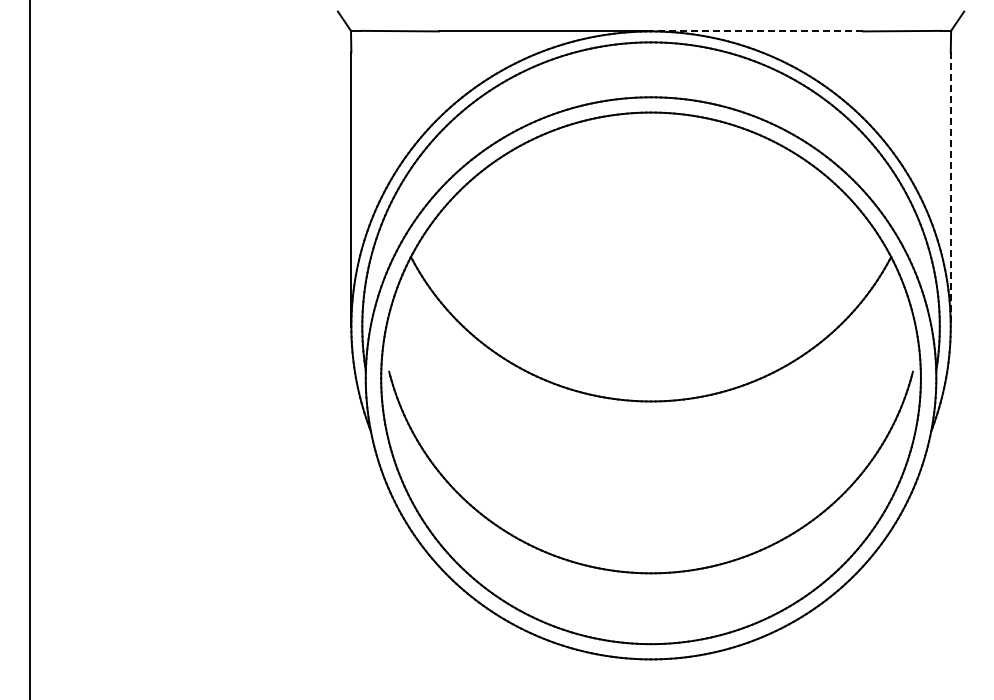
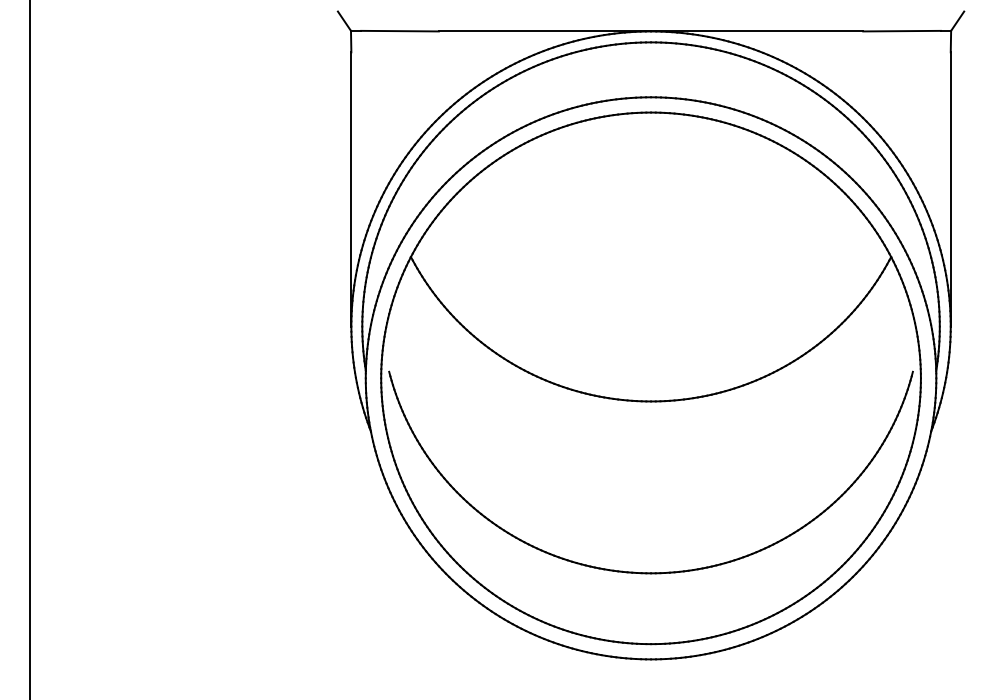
line at (756, 31): dashed -> solid
line at (950, 189): dashed -> solid
